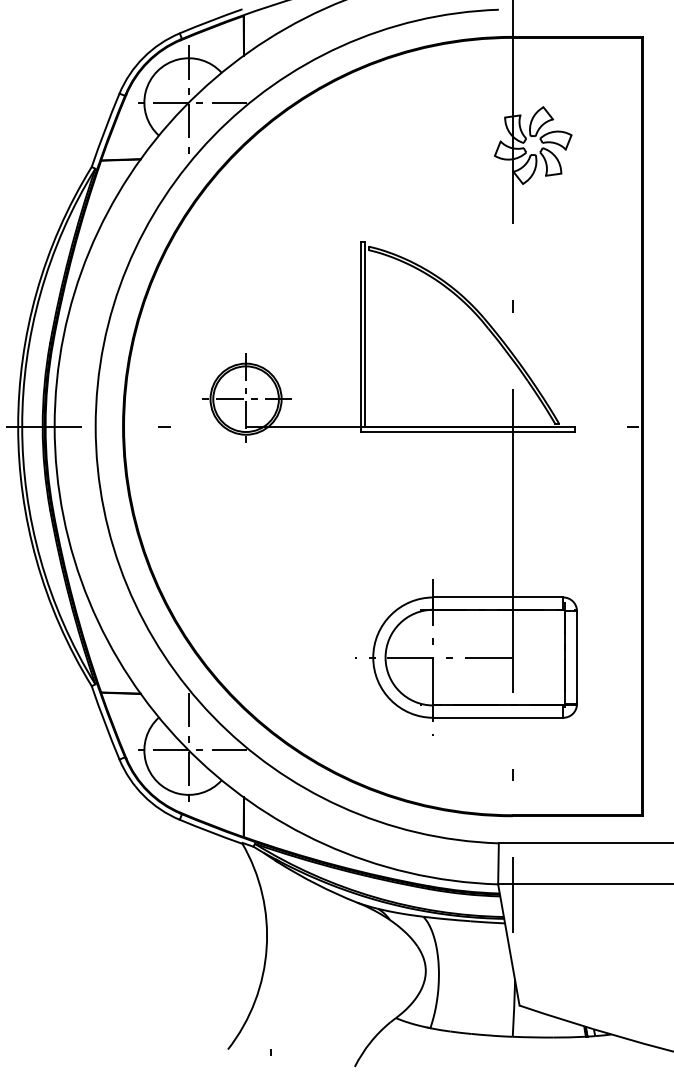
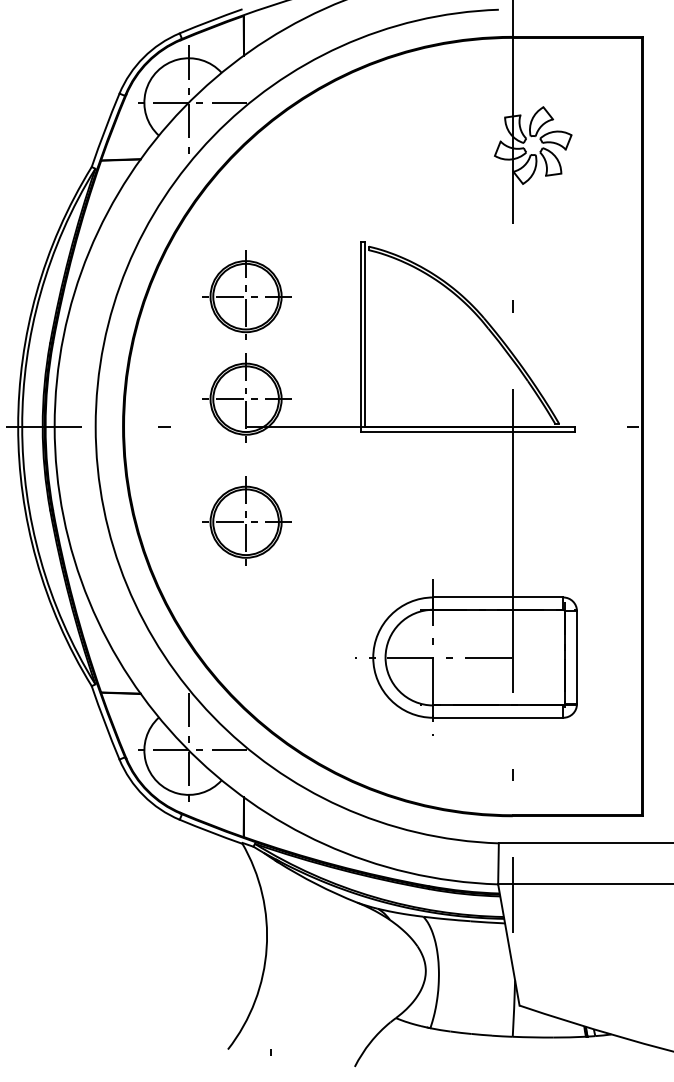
part at (246, 294): none -> present
part at (246, 520): none -> present
